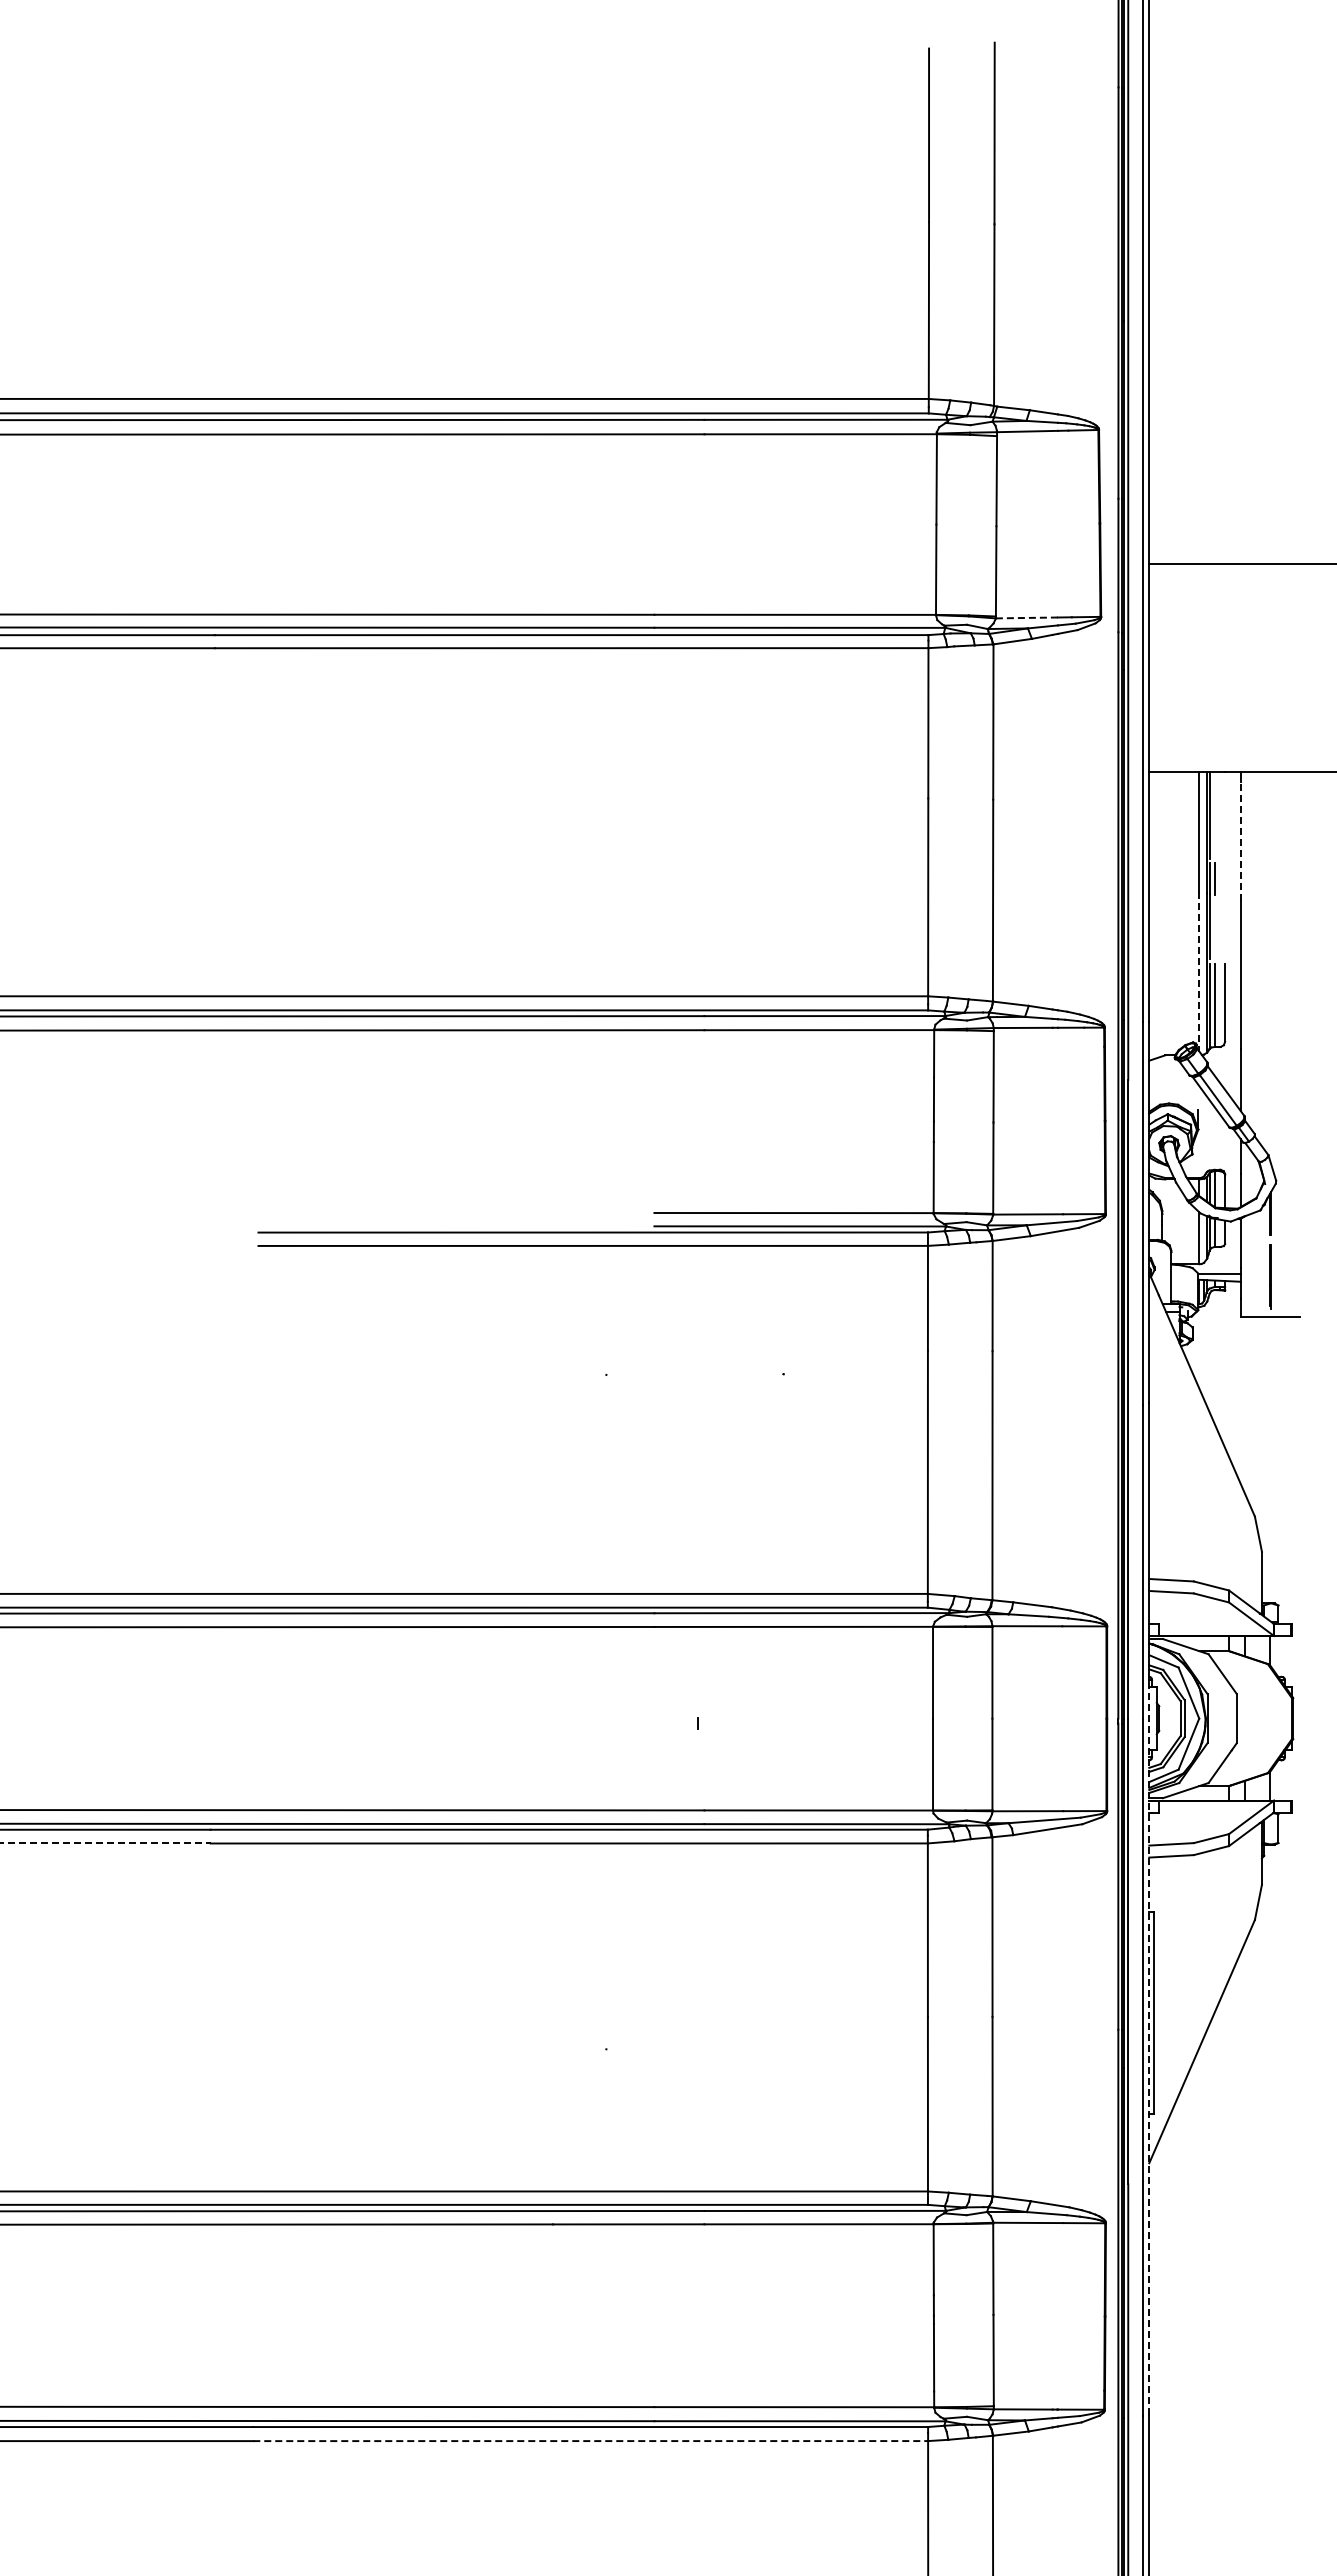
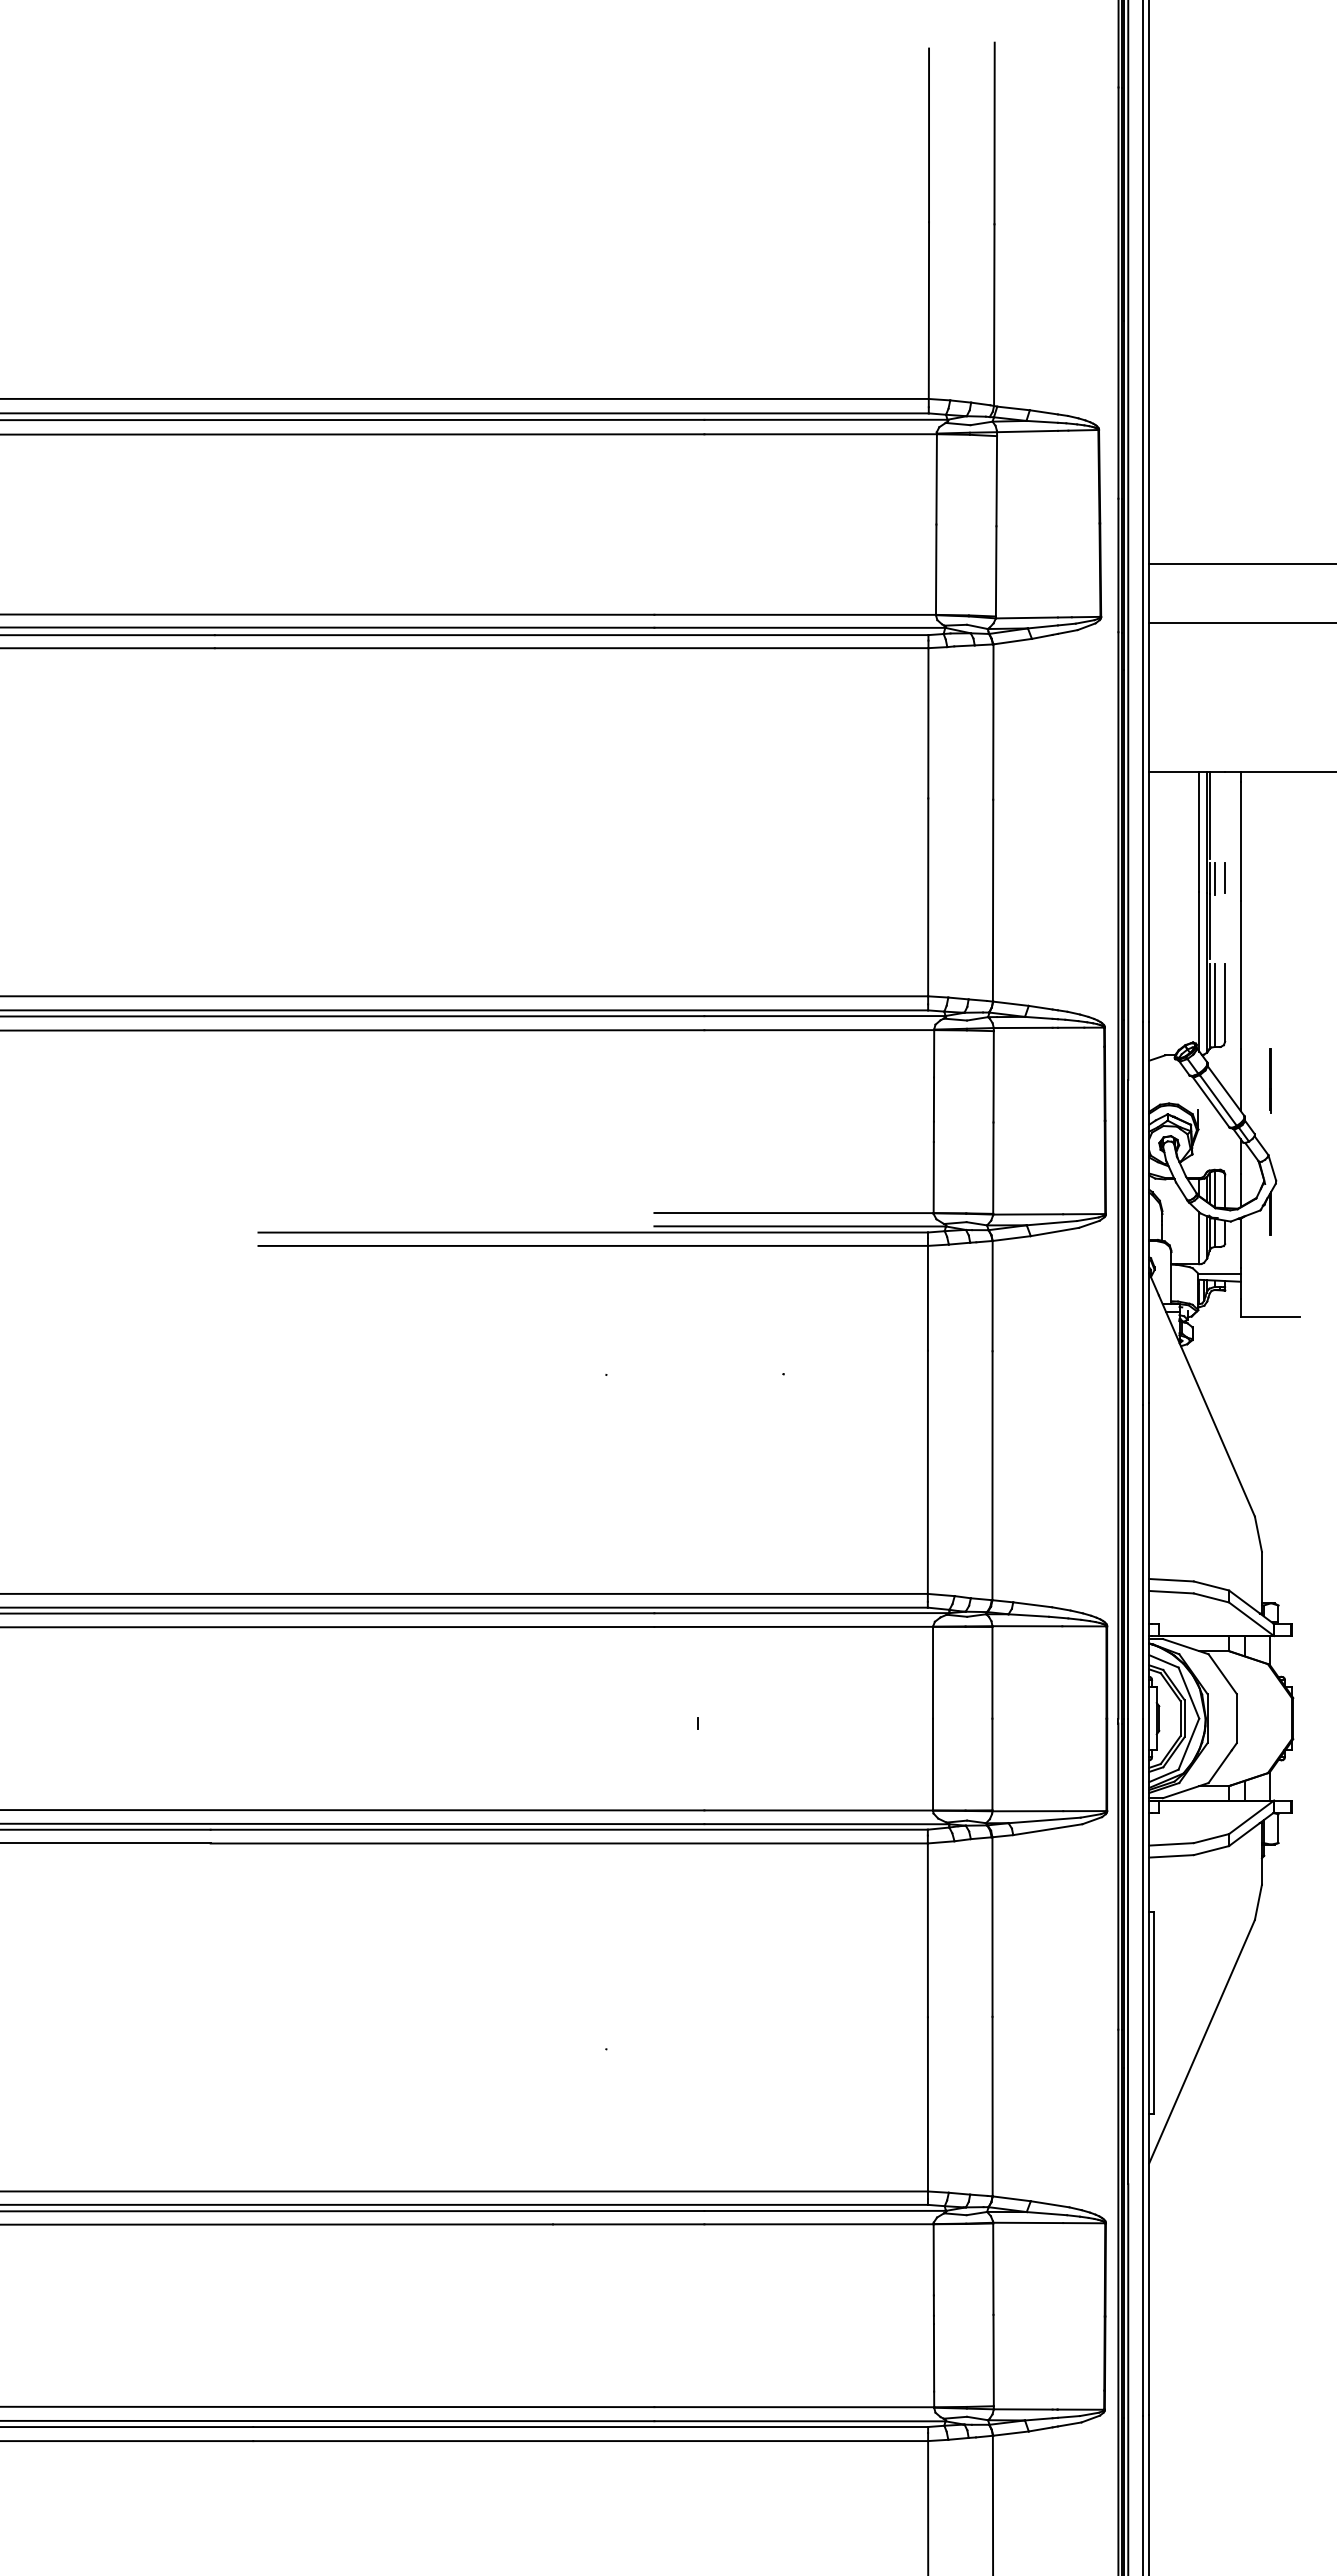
line at (1027, 617): dashed -> solid
line at (1241, 622): none -> present
line at (1240, 841): dashed -> solid
line at (1225, 877): none -> present
line at (1199, 971): dashed -> solid
line at (1270, 1276) position: (1270, 1276) -> (1270, 1080)
line at (105, 1843): dashed -> solid
line at (1149, 2050): dashed -> solid
line at (591, 2441): dashed -> solid
